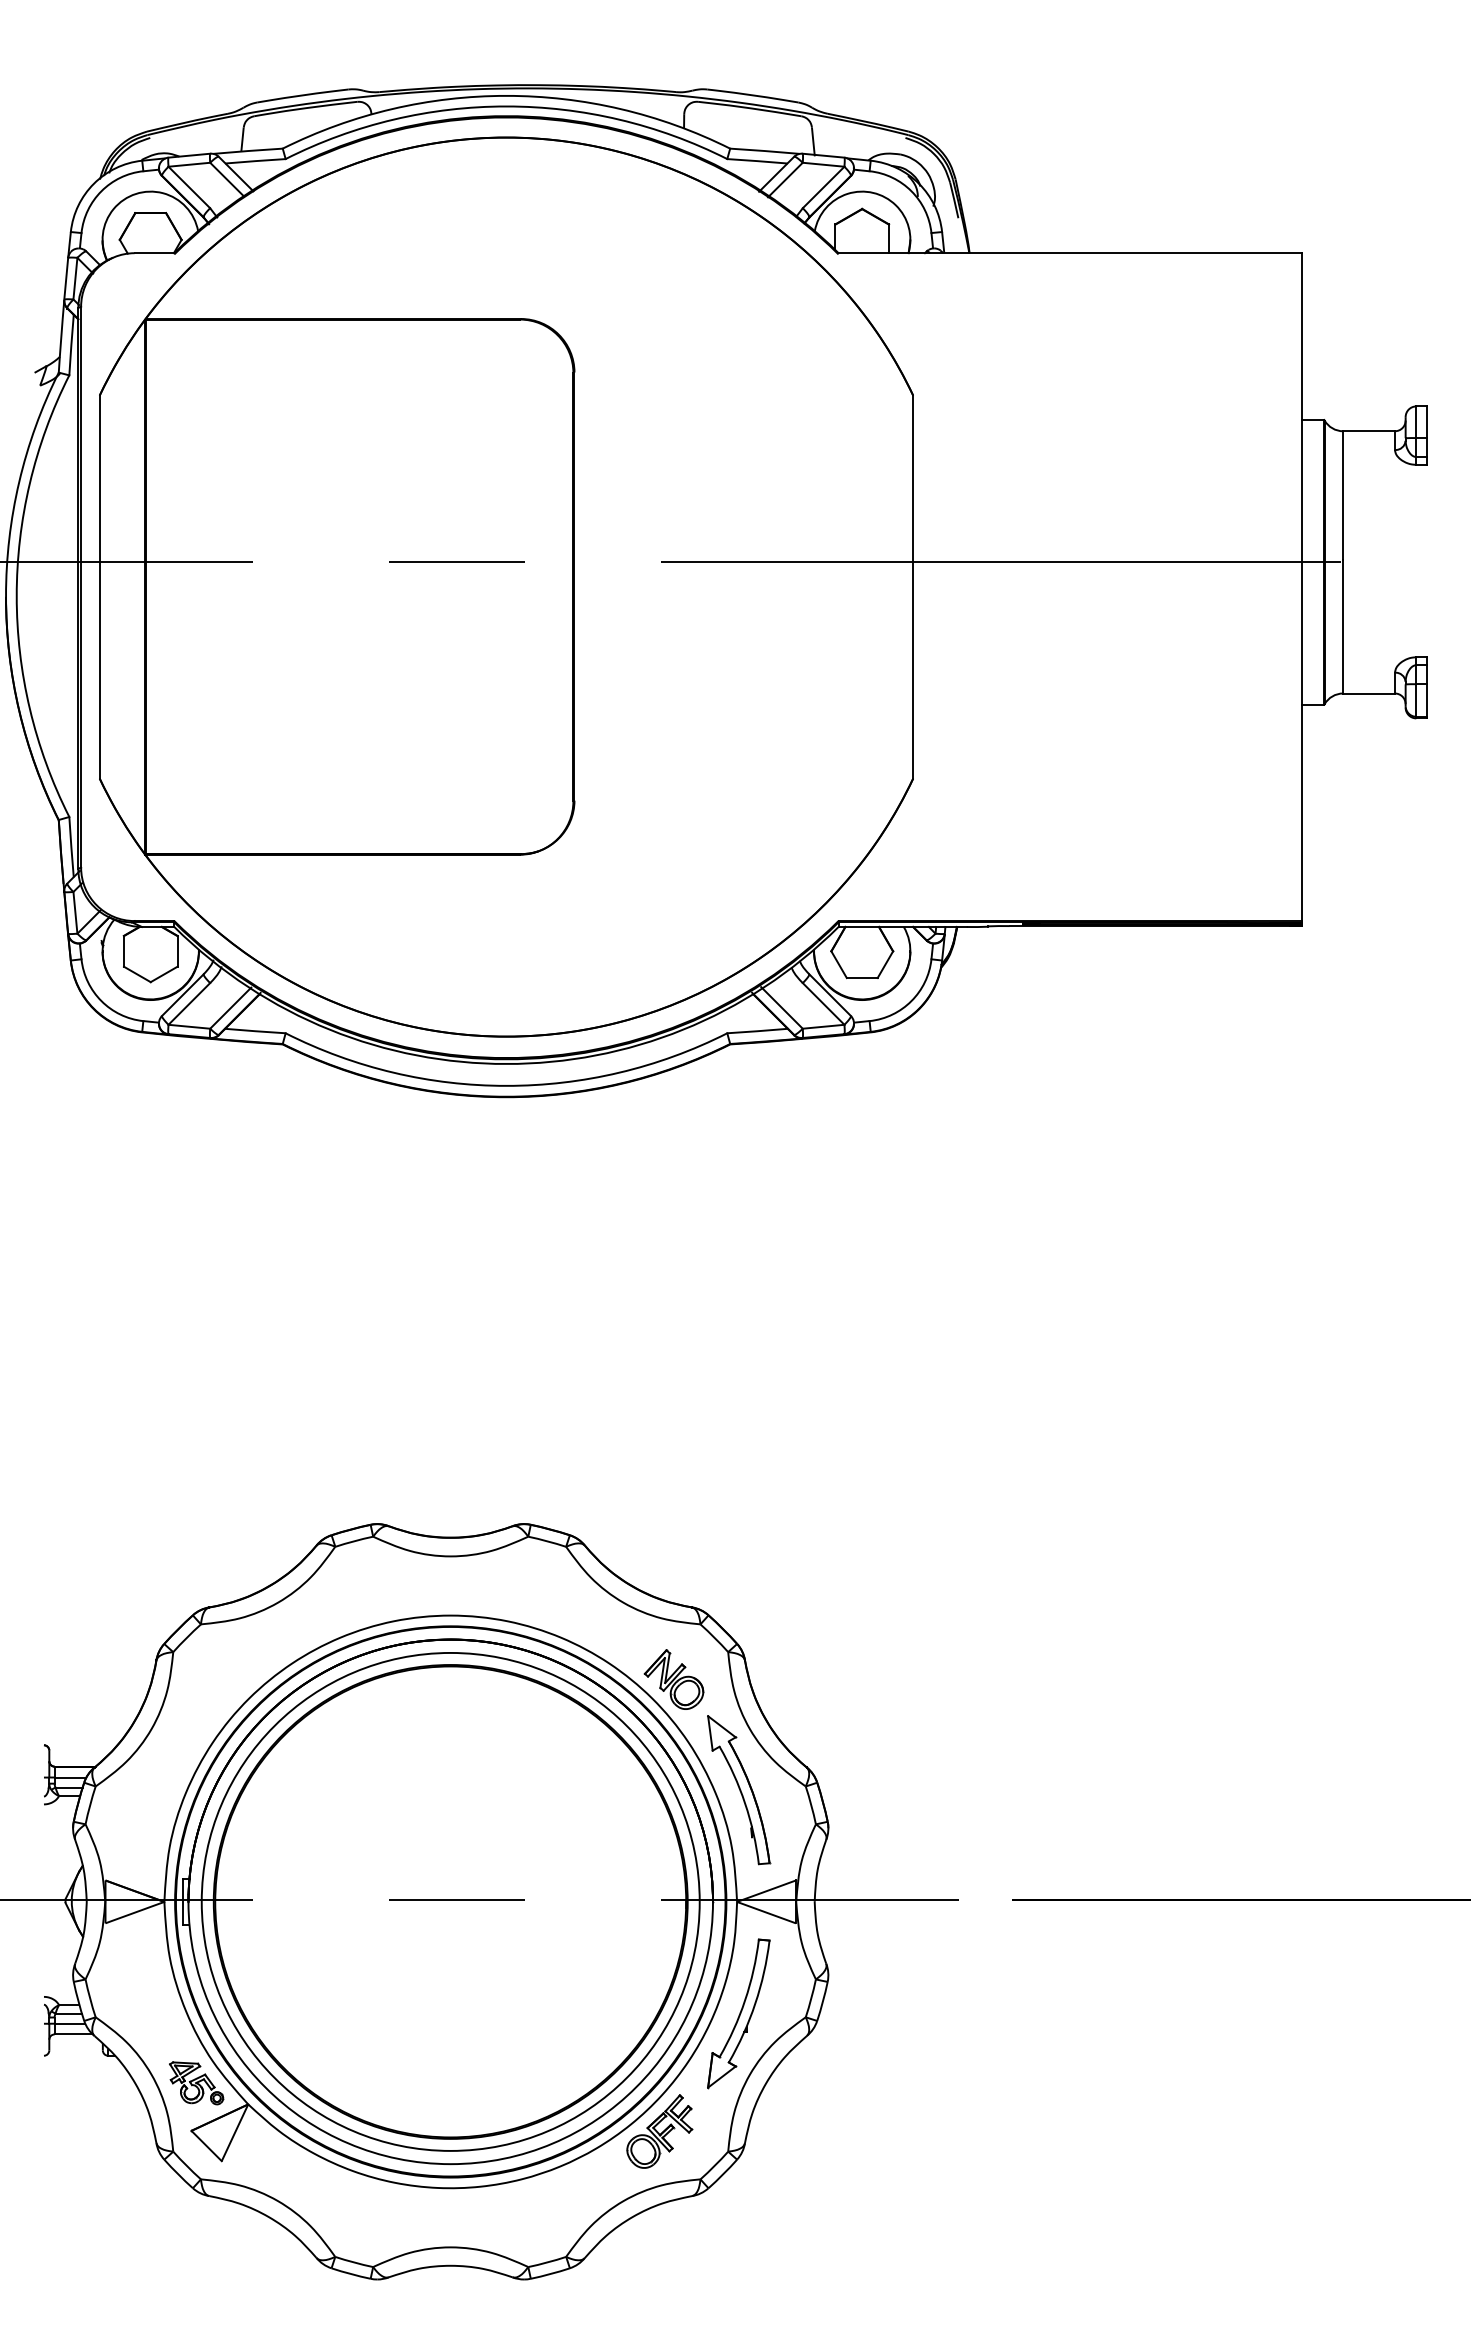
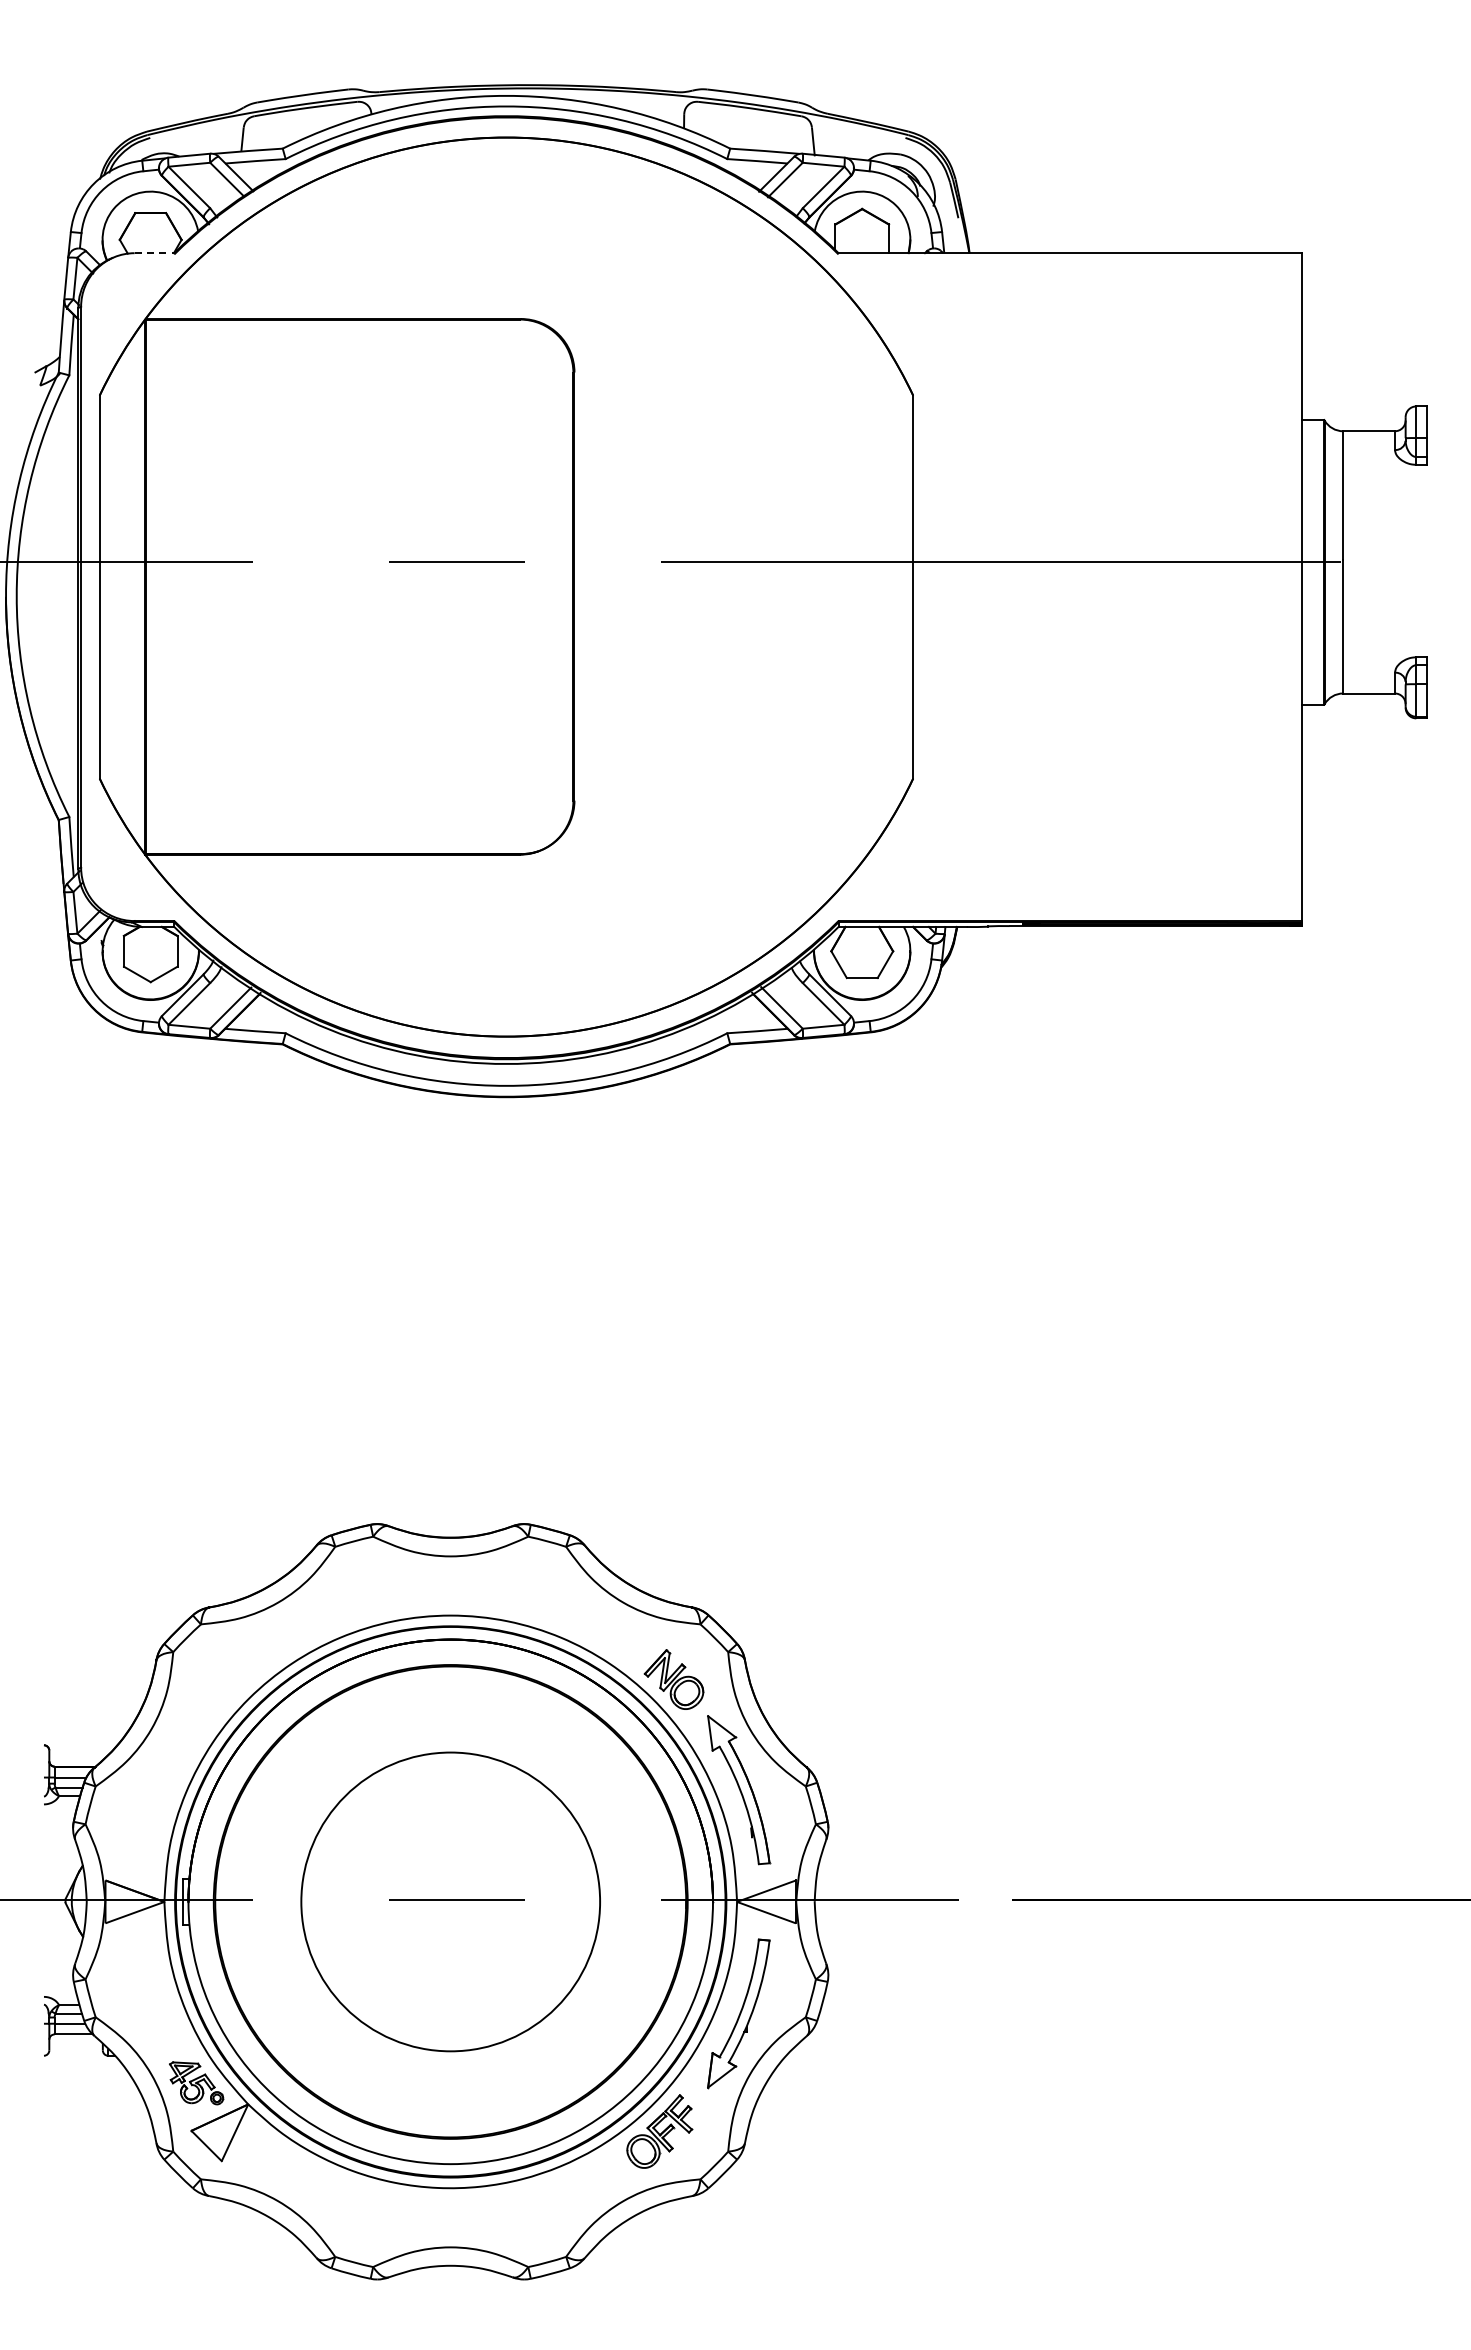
line at (154, 253): solid -> dashed
circle at (450, 1901) diameter: 498 px -> 299 px
